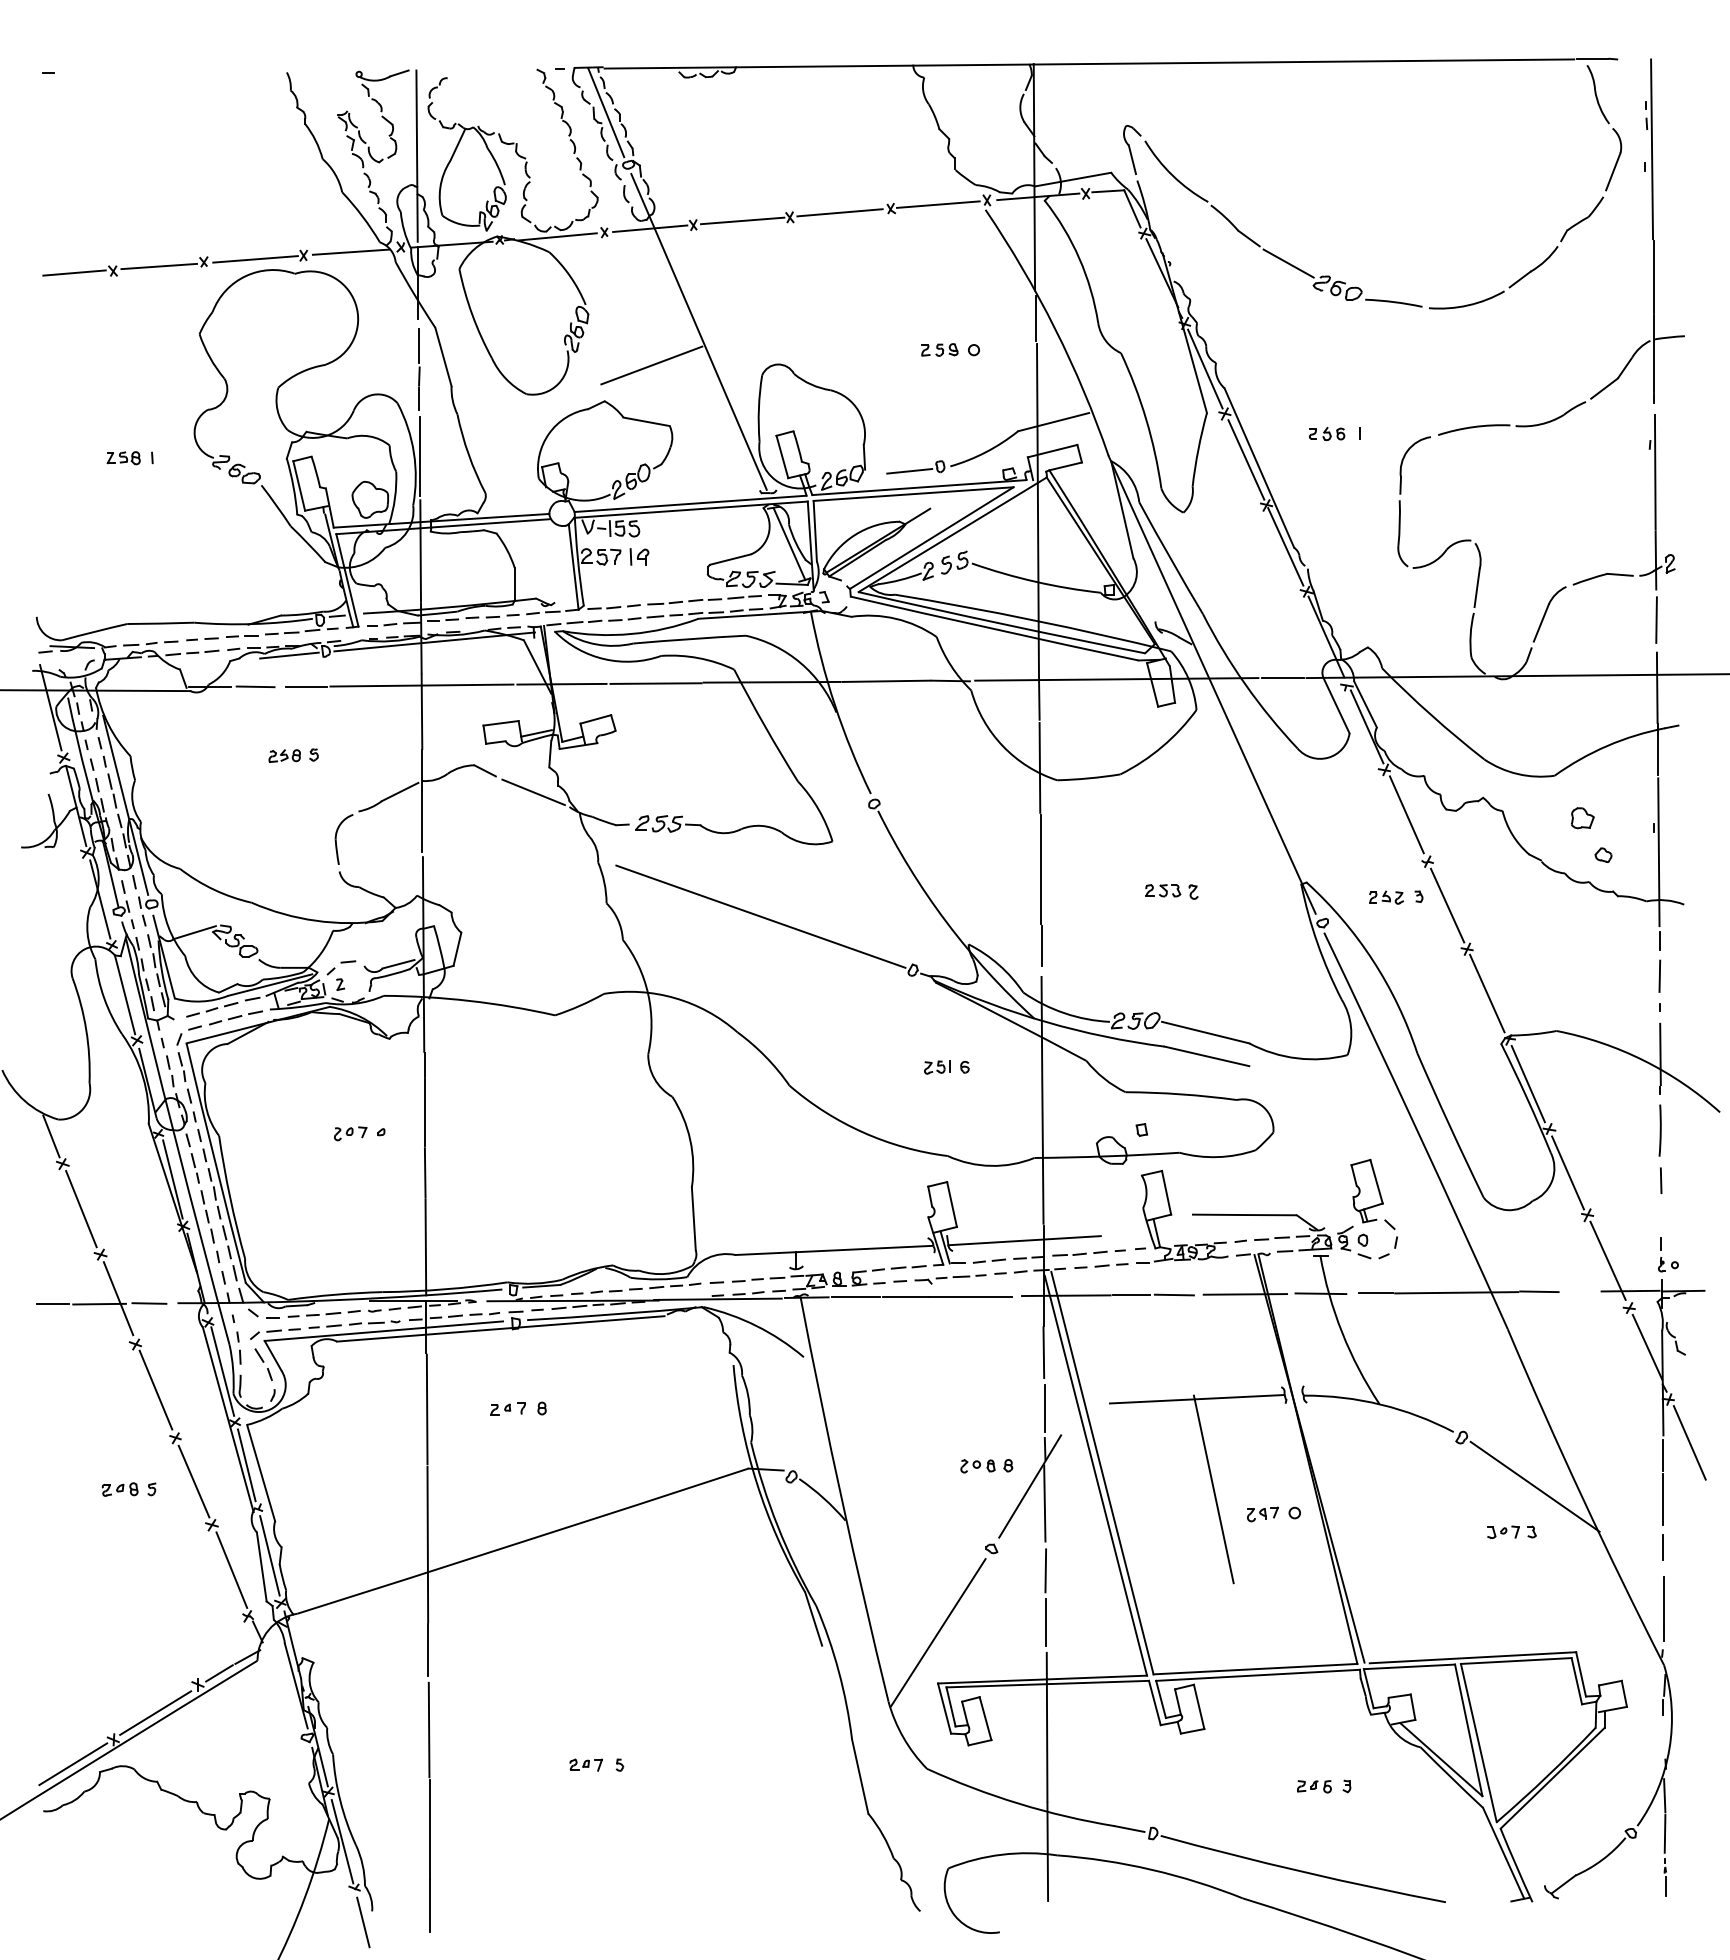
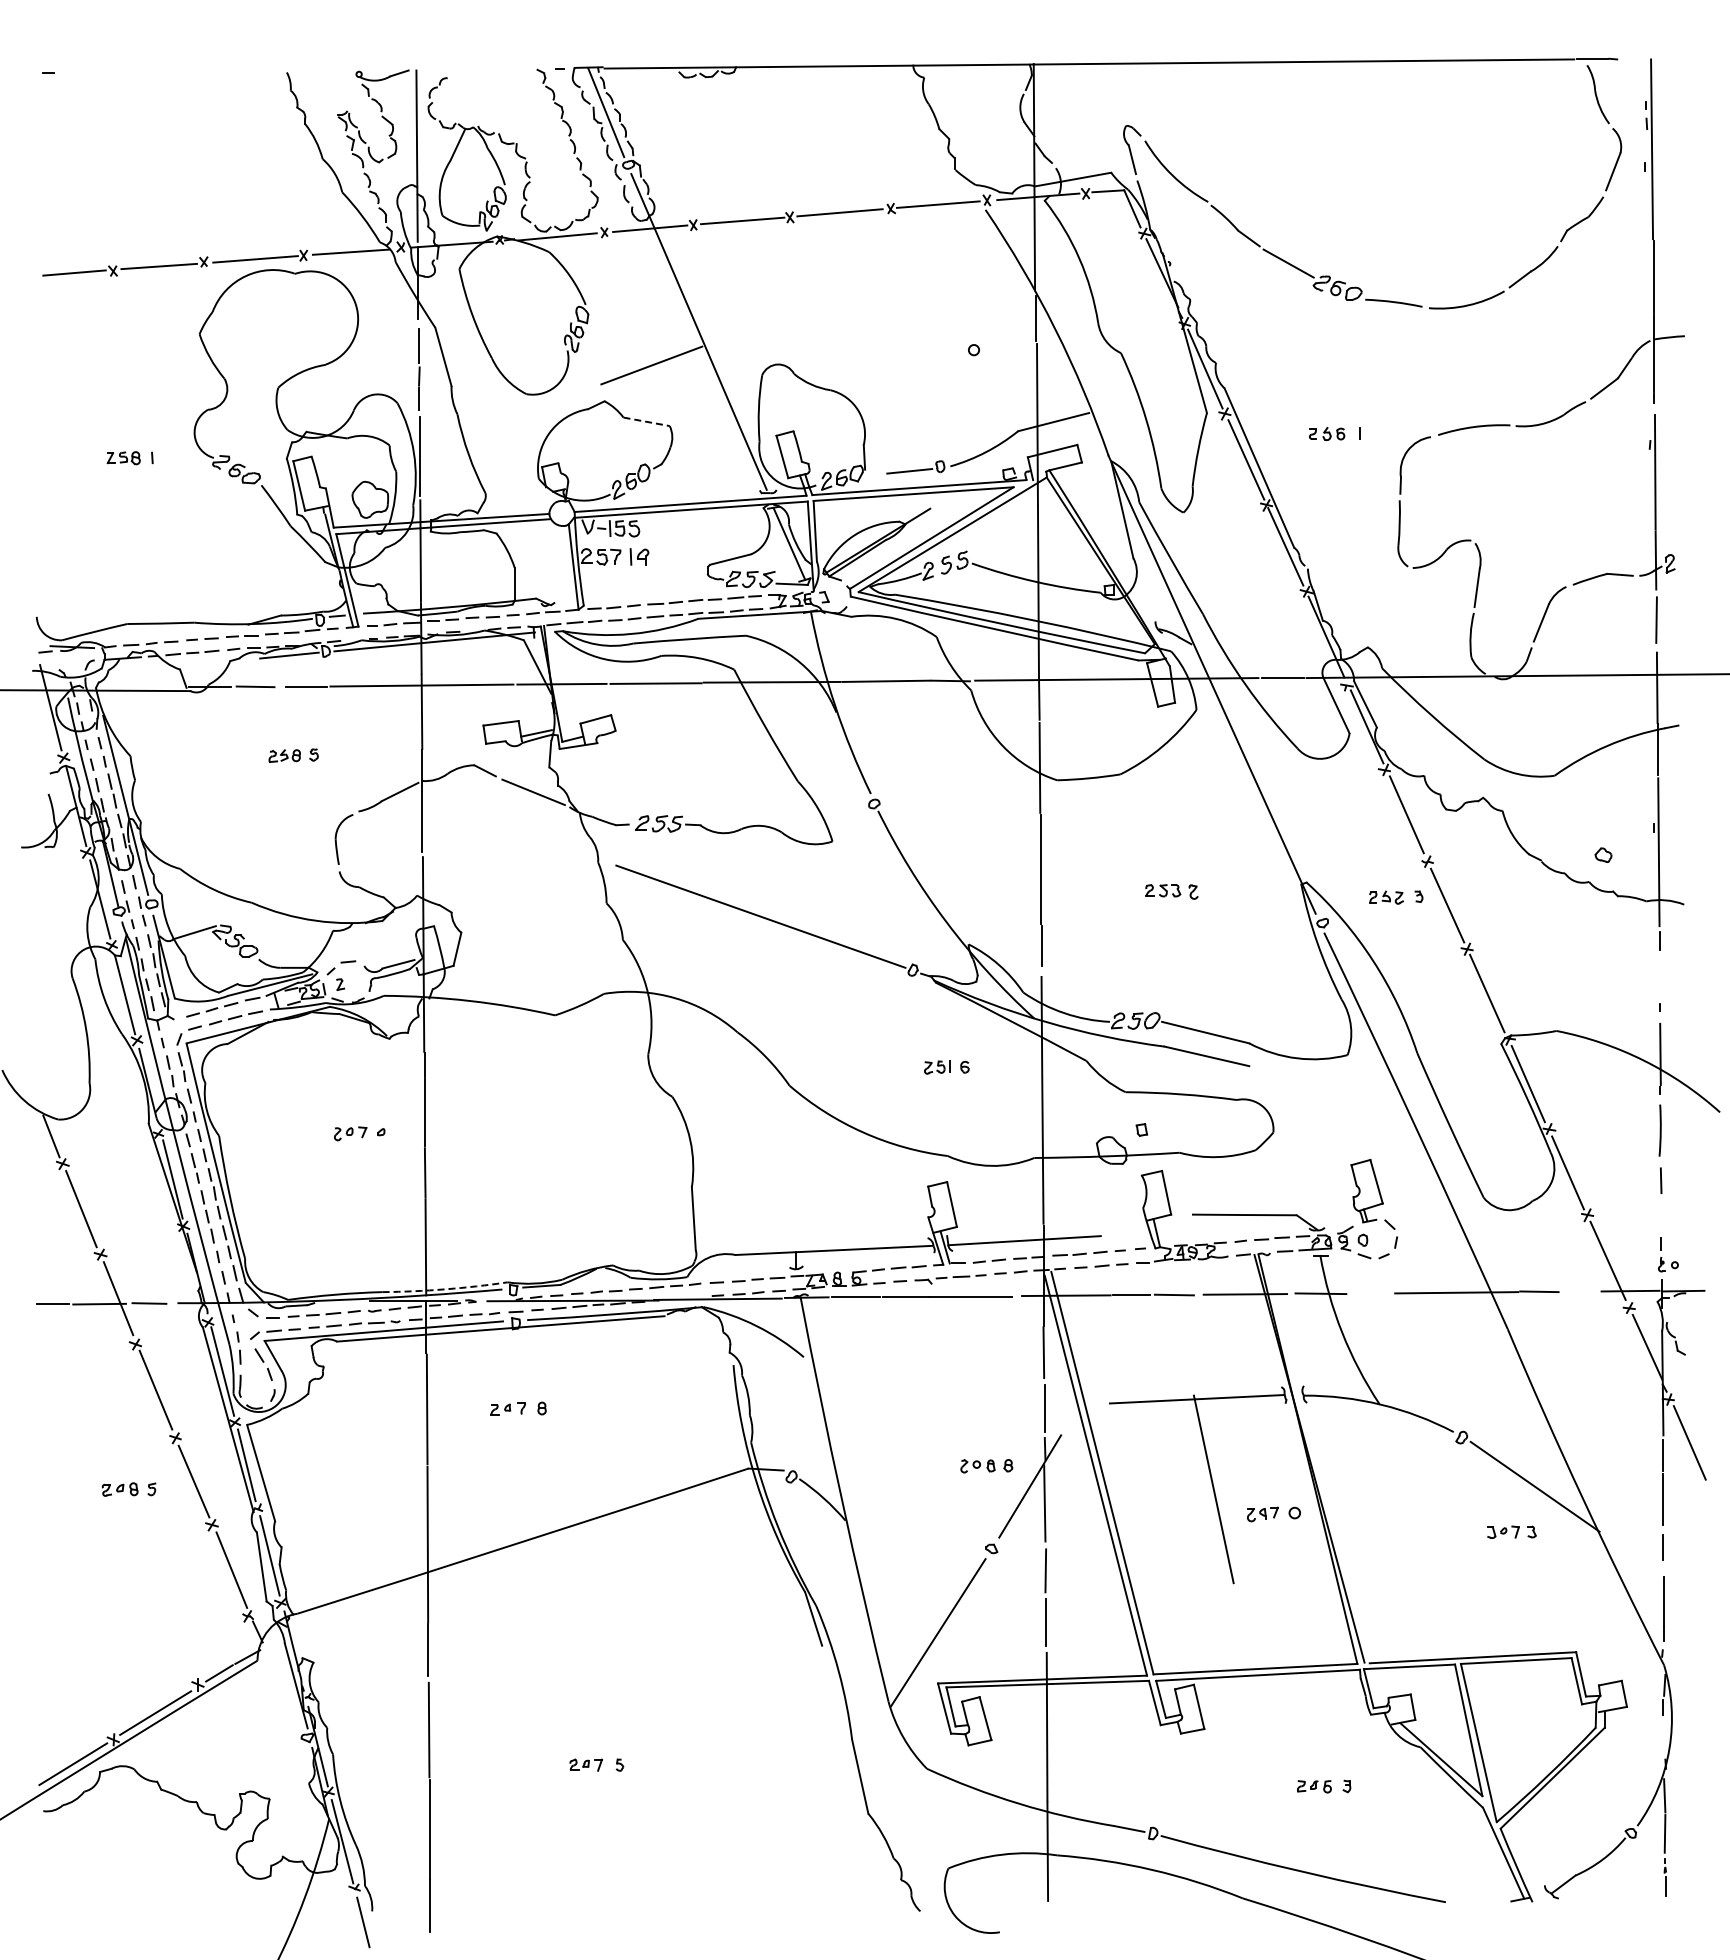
part at (939, 349): present -> none
line at (646, 421): solid -> dashed
part at (1582, 818): present -> none
line at (1659, 975): present -> none
arc at (445, 1289): solid -> dashed
line at (1376, 1293): present -> none
